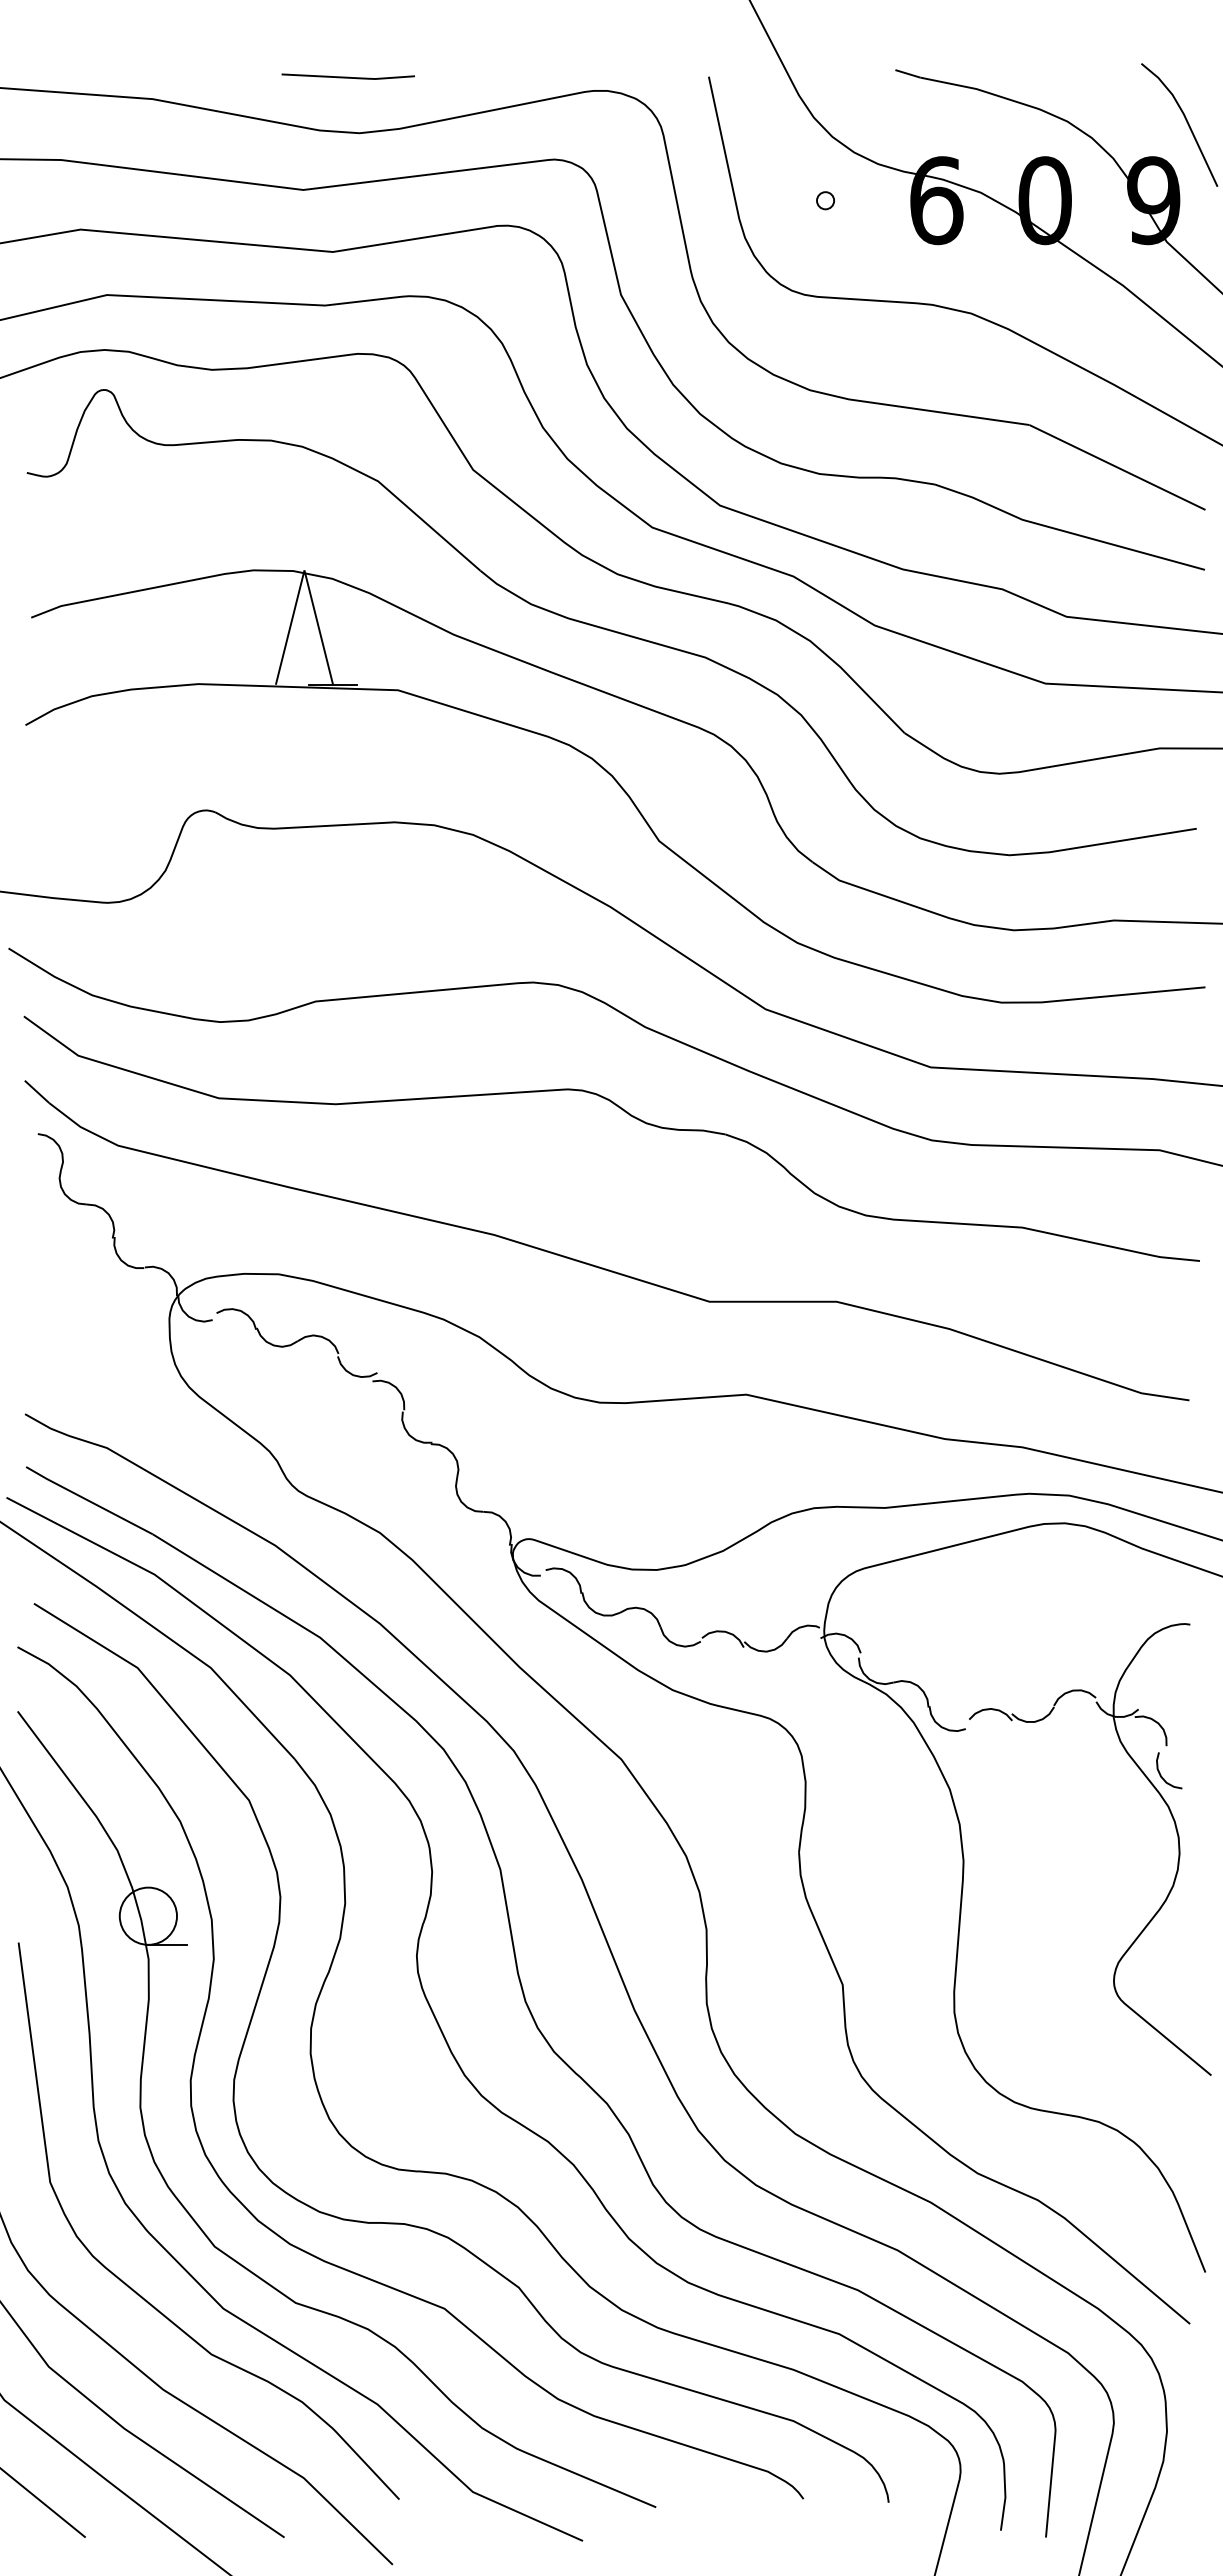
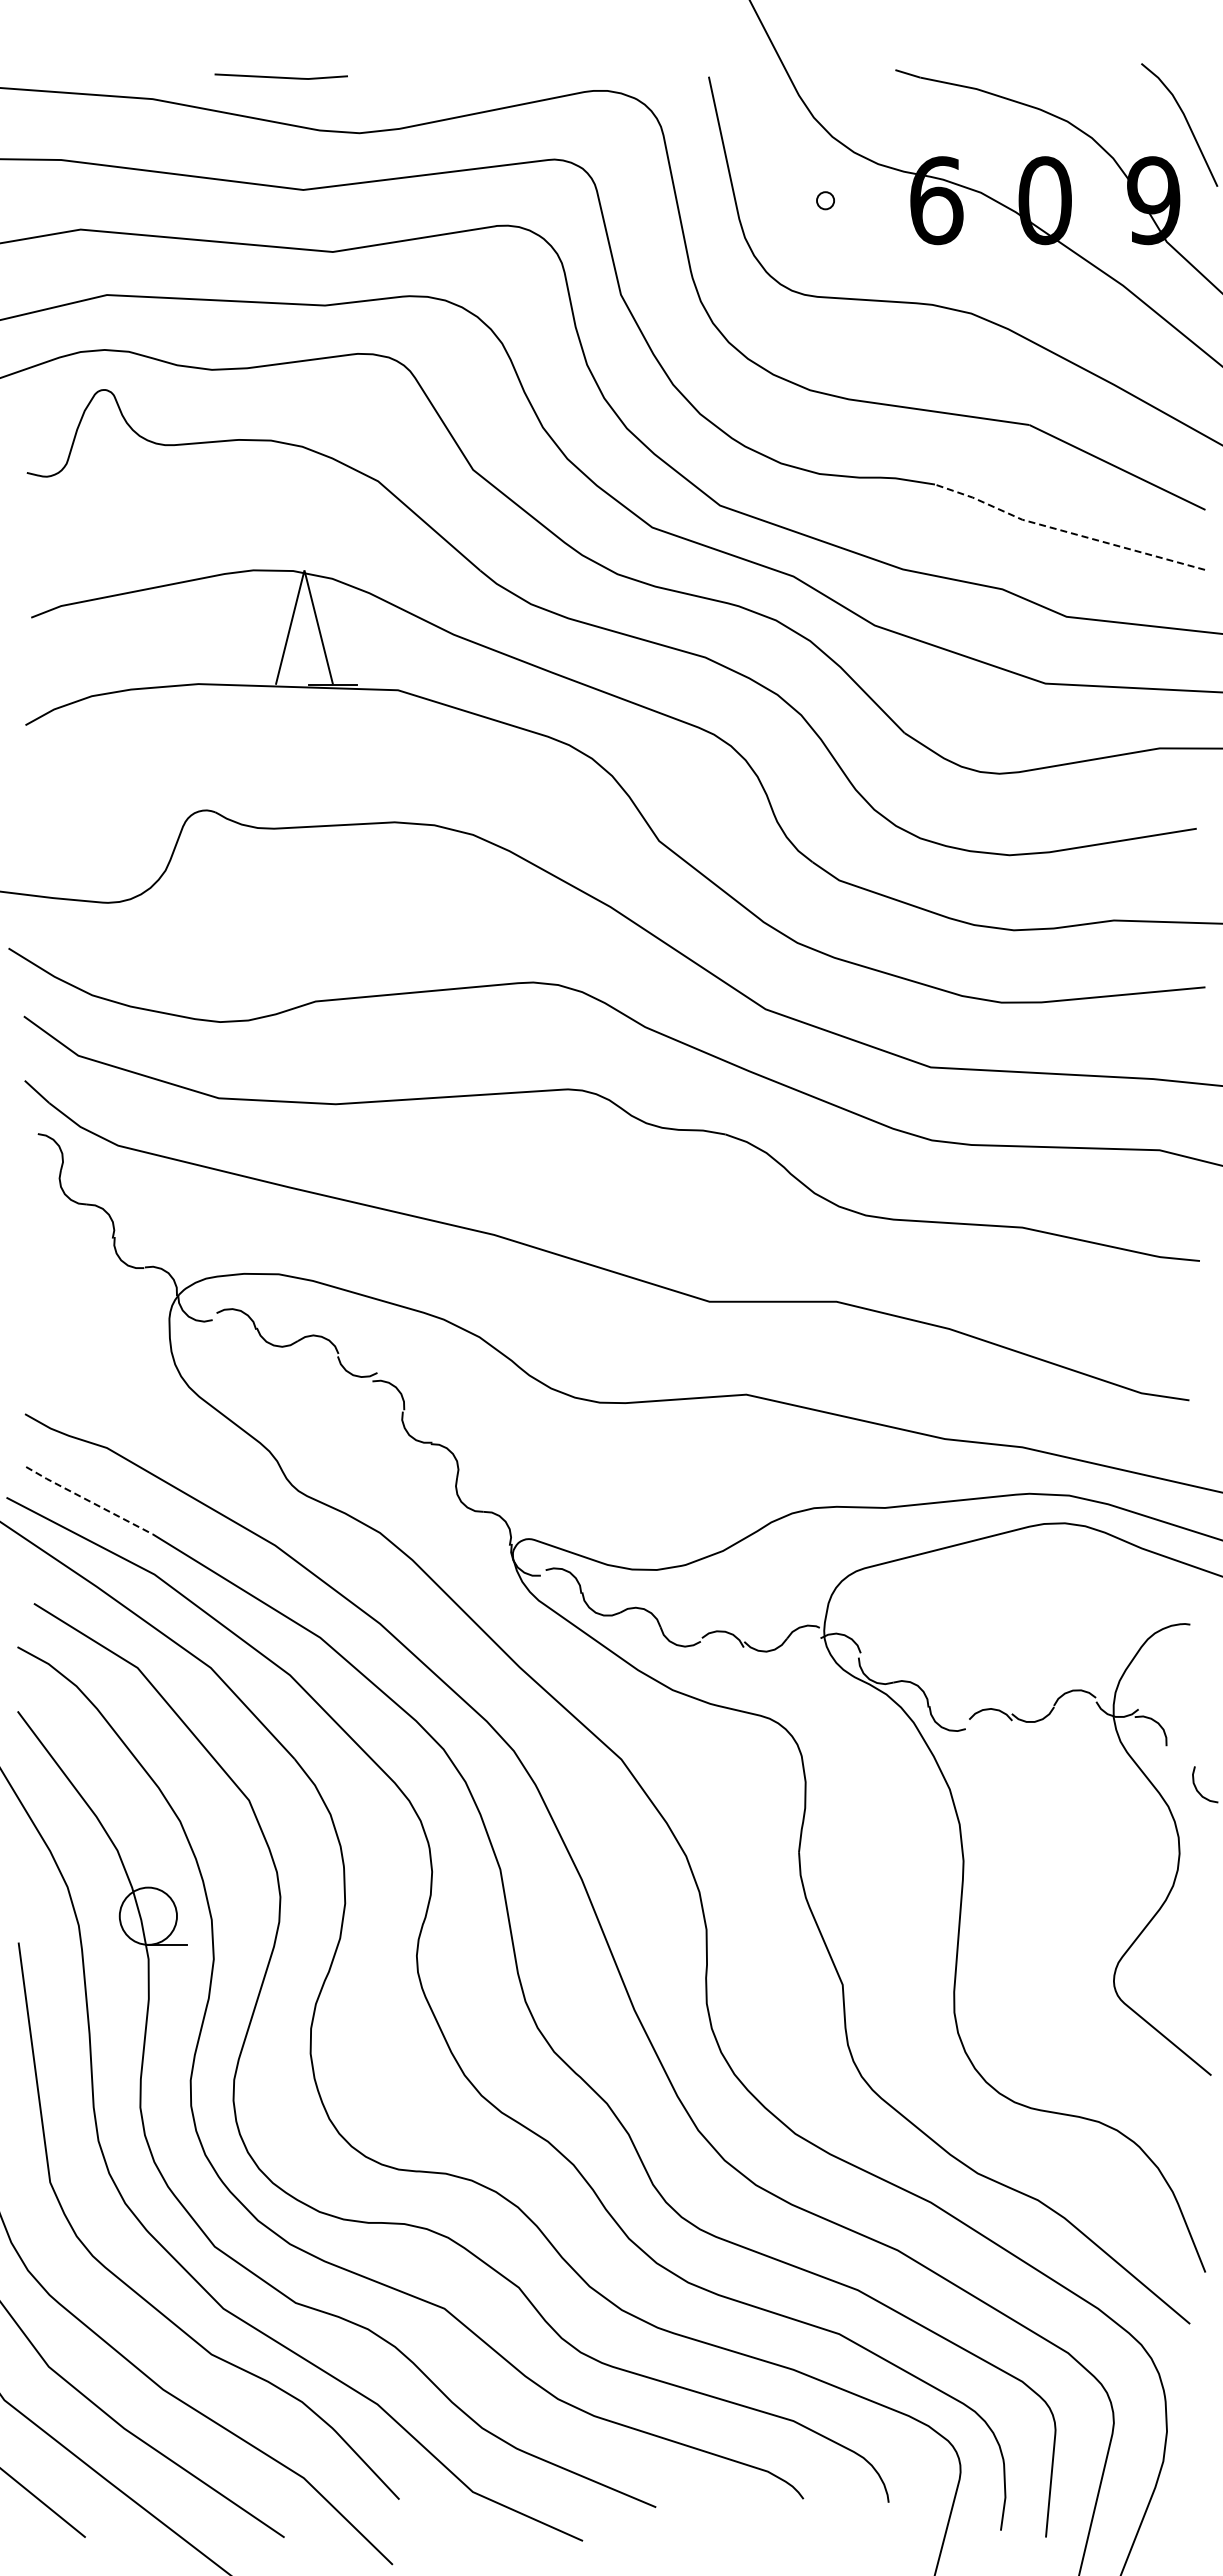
line at (347, 76) position: (347, 76) -> (280, 76)
line at (1066, 531): solid -> dashed
line at (89, 1501): solid -> dashed
curve at (1161, 1774) position: (1161, 1774) -> (1197, 1788)
